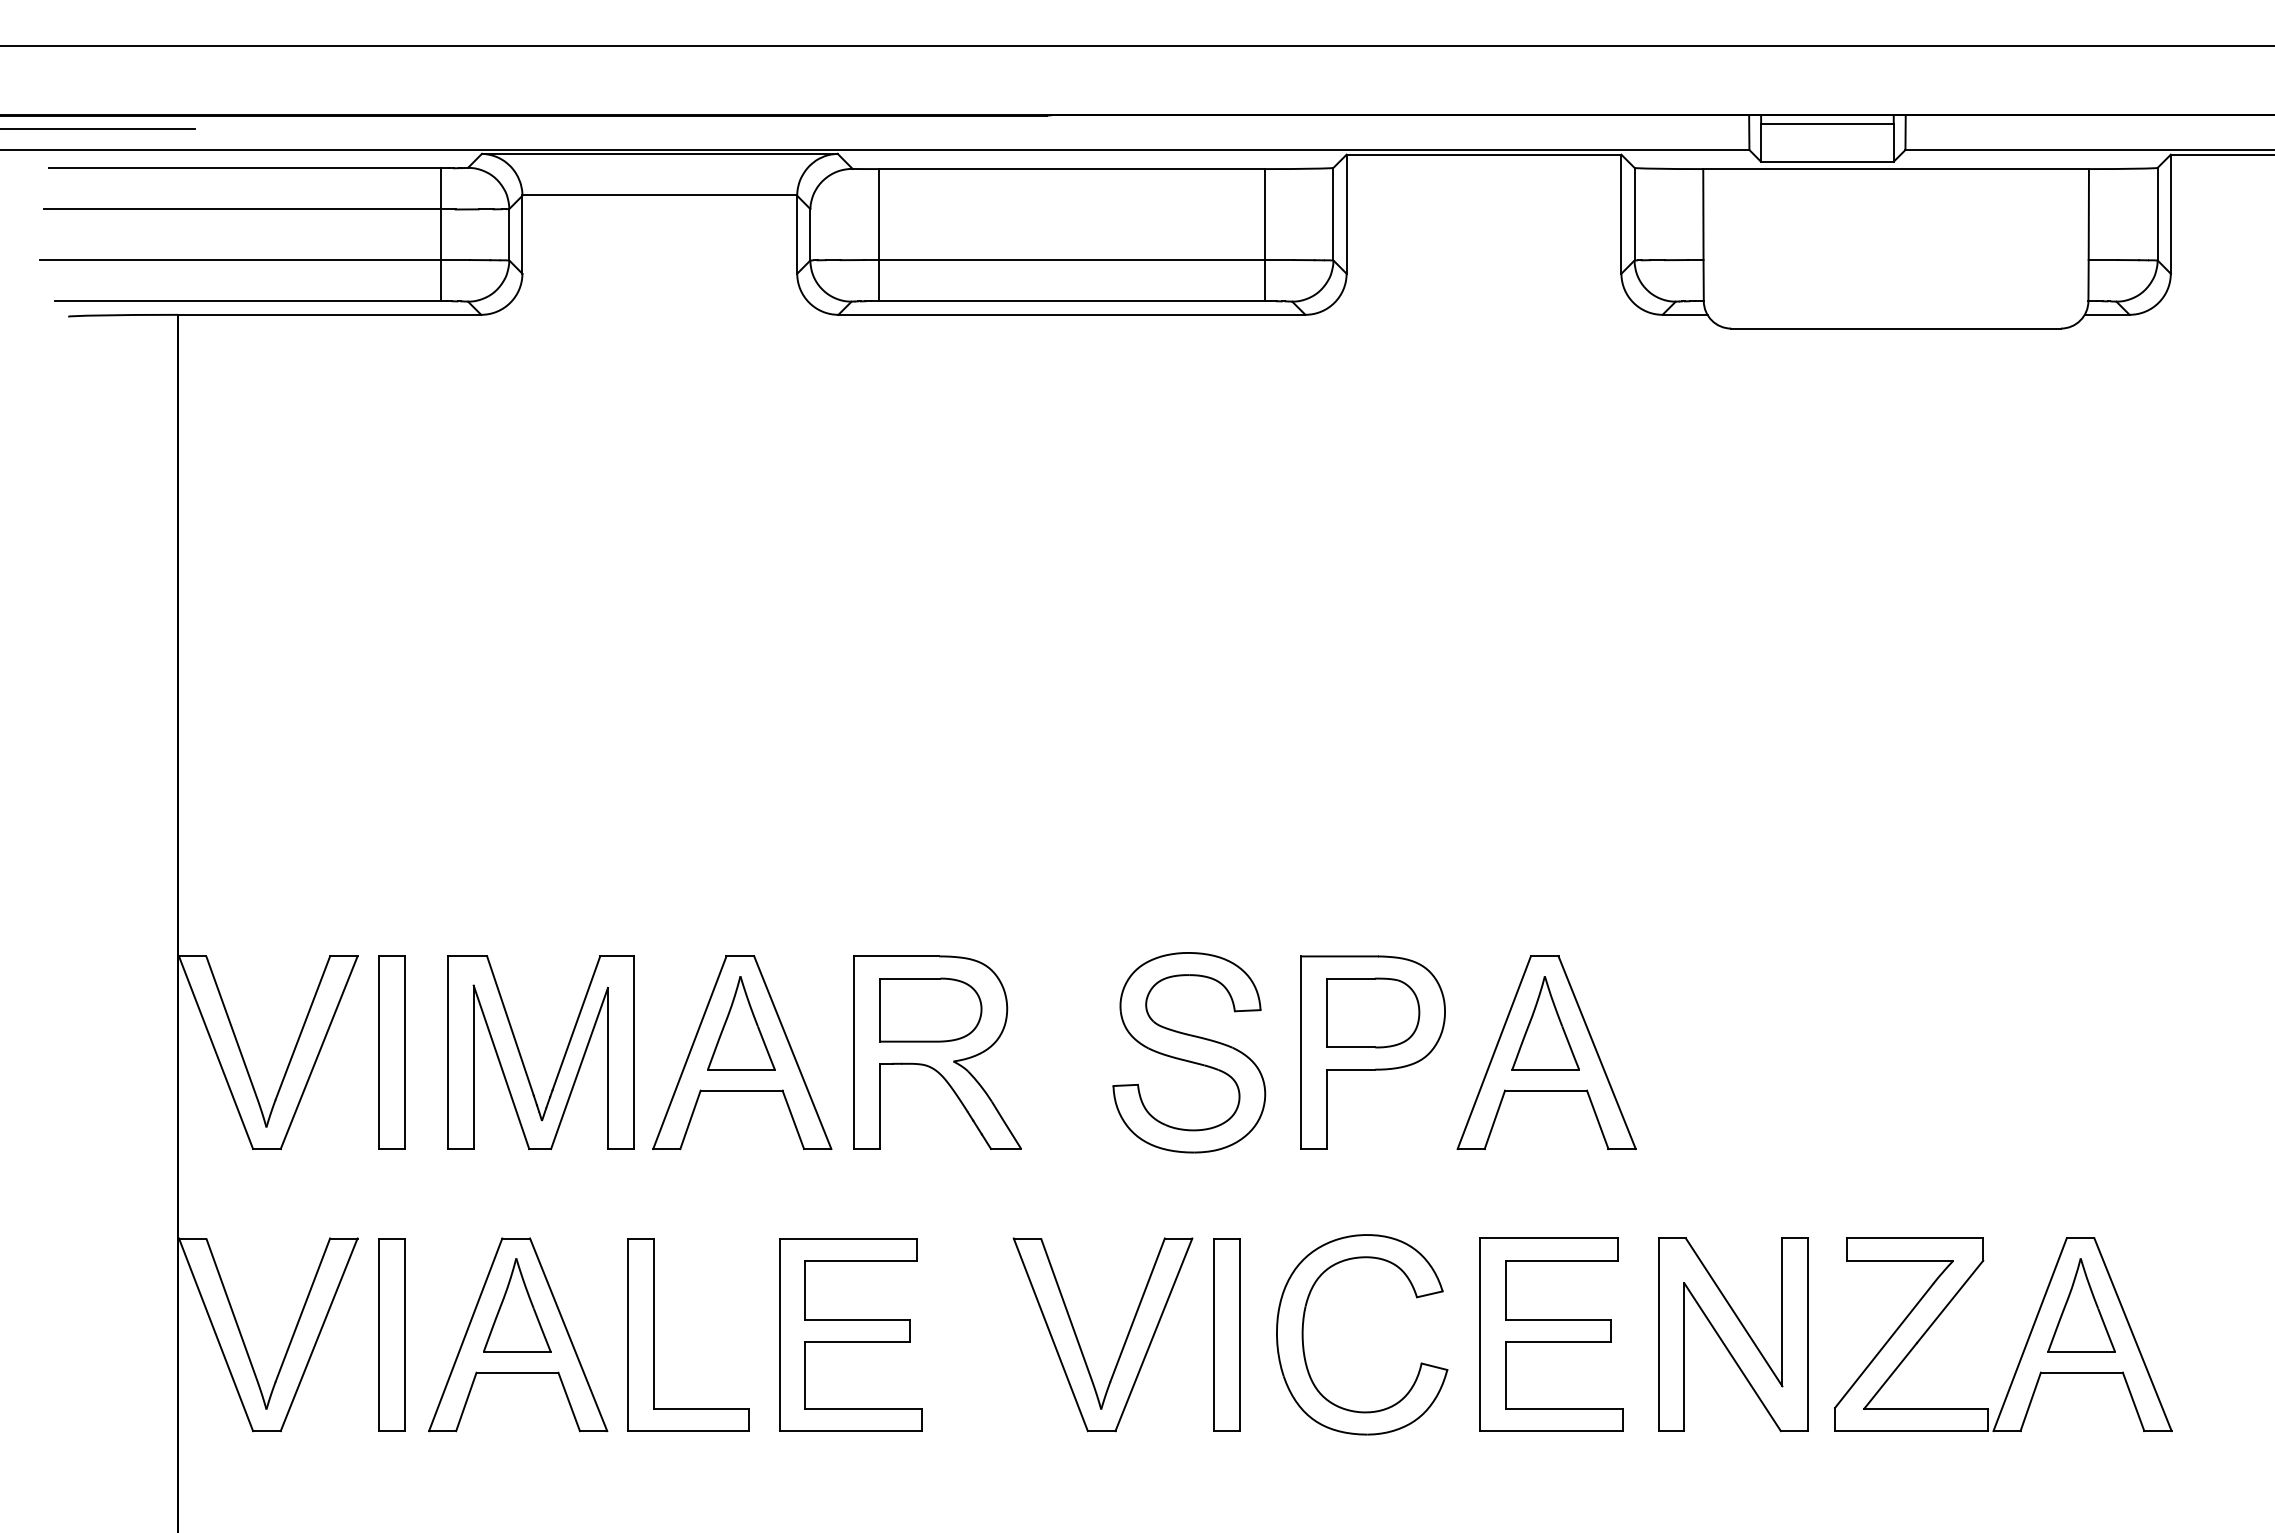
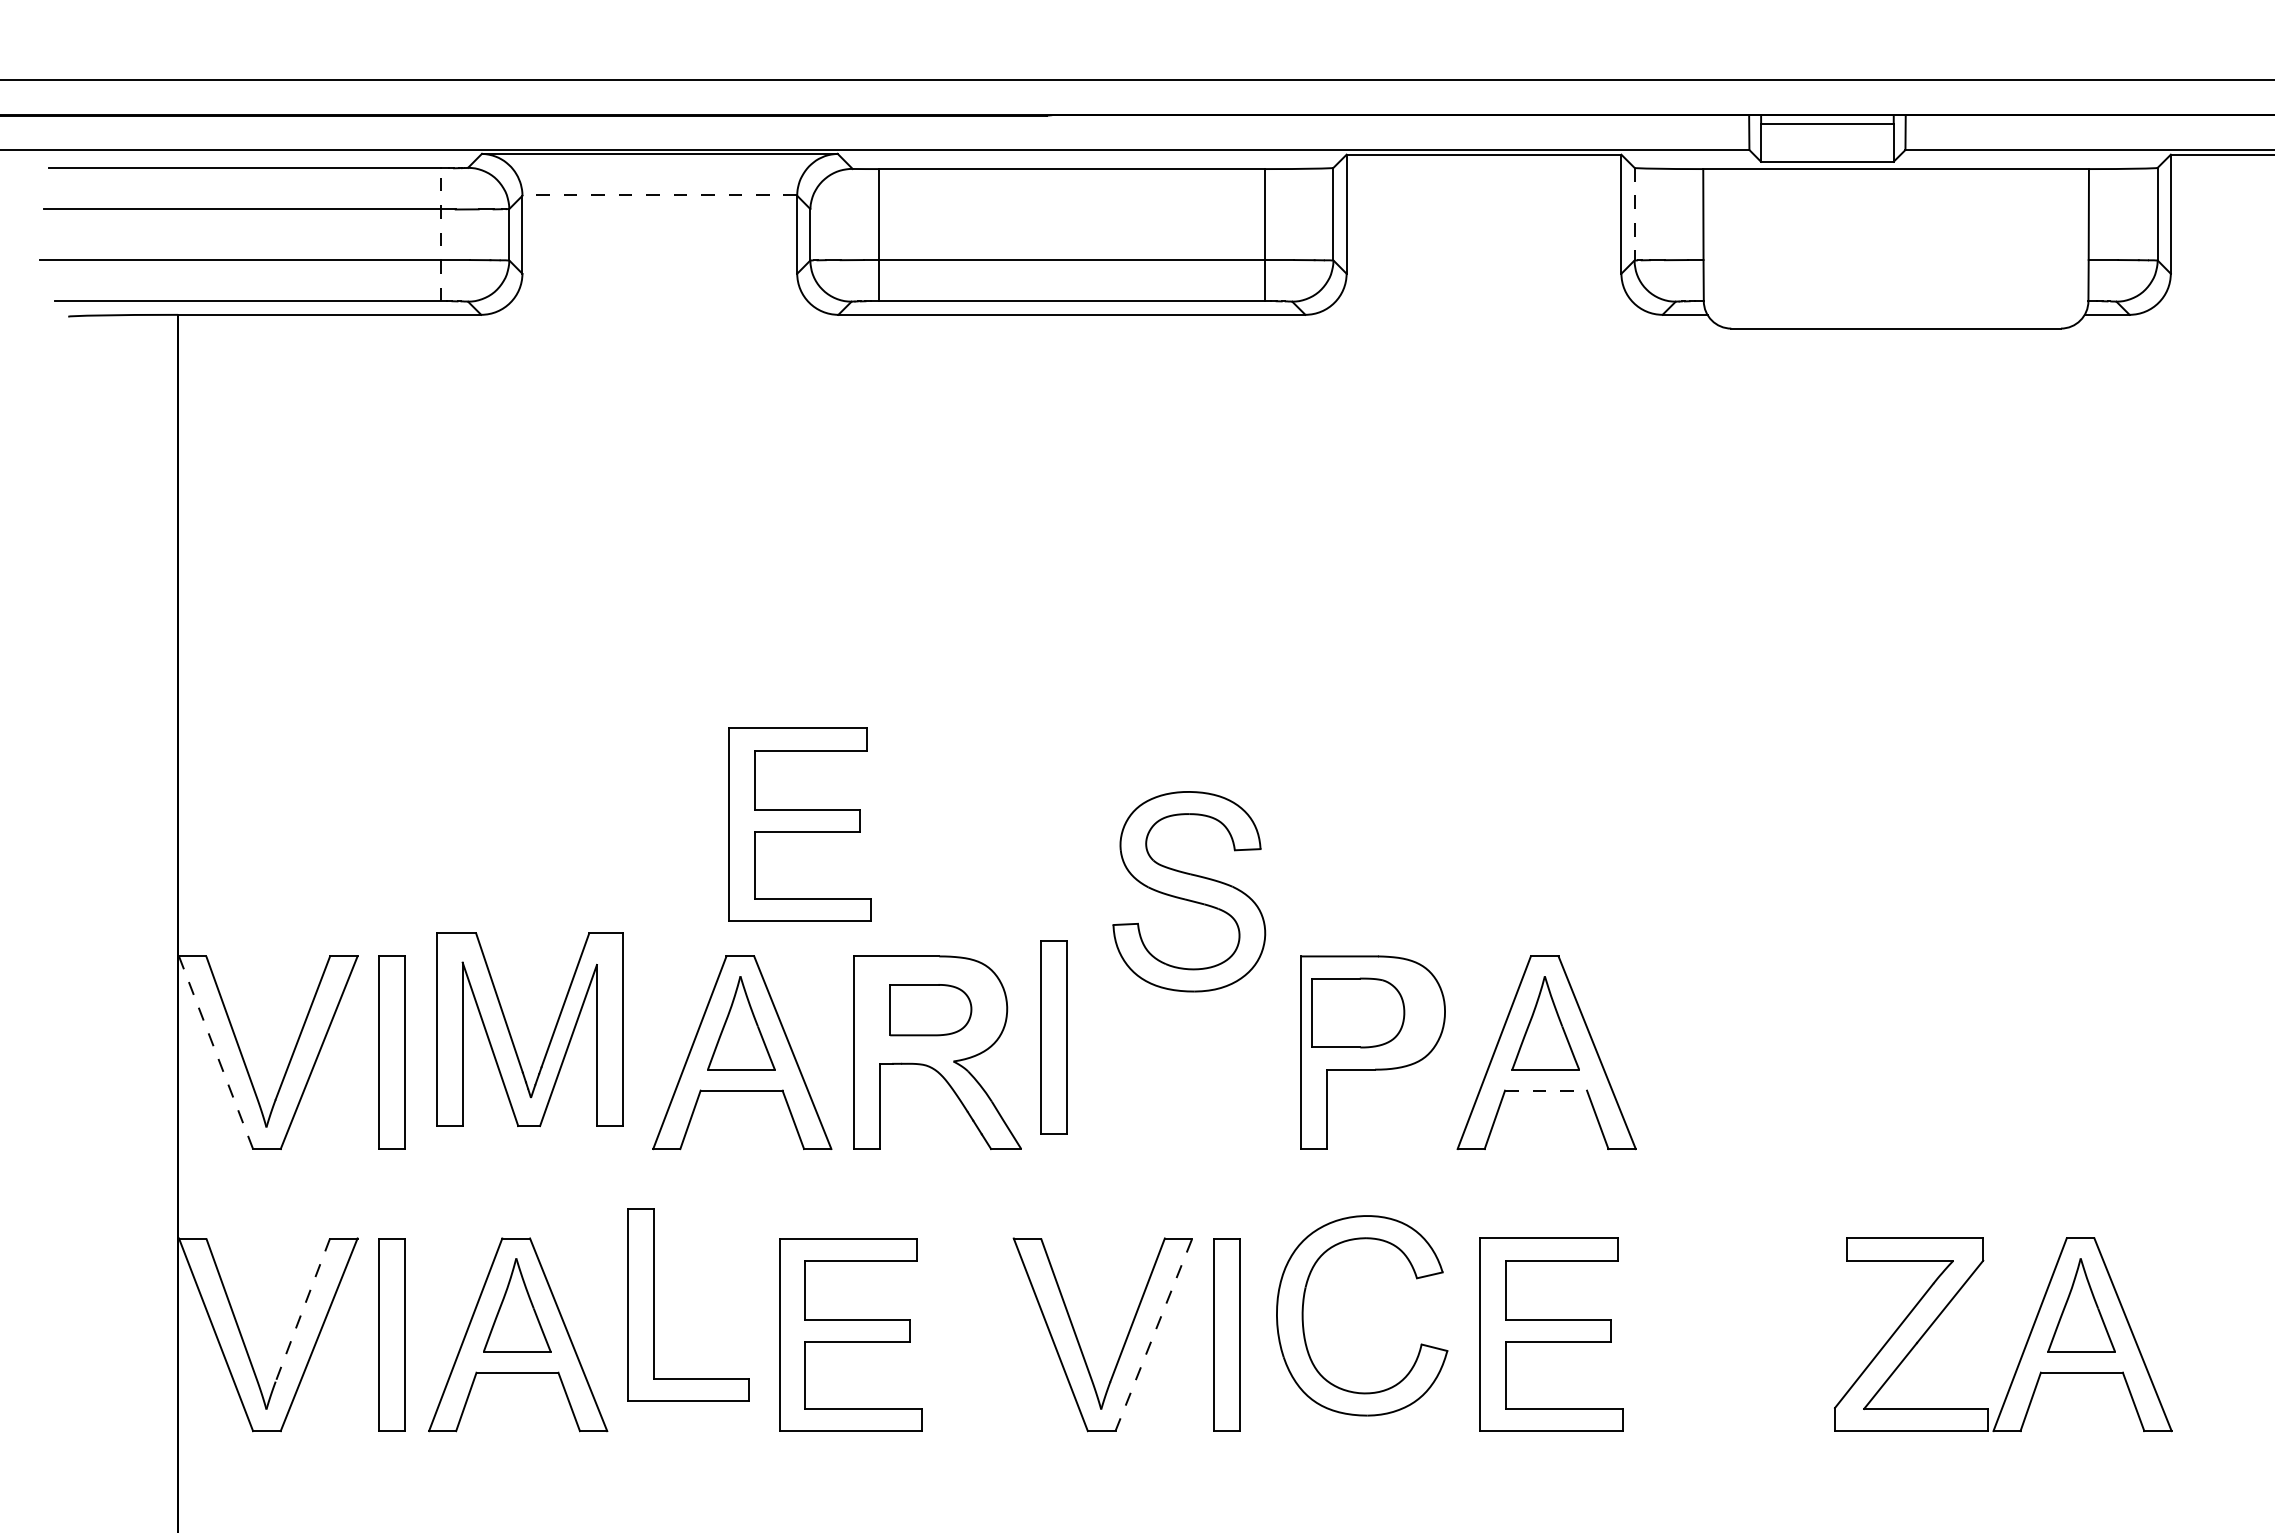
line at (1136, 45) position: (1136, 45) -> (1136, 79)
line at (98, 128): present -> none
line at (659, 195): solid -> dashed
line at (1634, 214): solid -> dashed
line at (440, 234): solid -> dashed
part at (800, 824): none -> present
part at (930, 1009) size: 104x66 px -> 84x53 px
part at (1373, 1012) position: (1373, 1012) -> (1358, 1012)
part at (1053, 1037): none -> present
part at (1189, 1052) position: (1189, 1052) -> (1189, 891)
line at (216, 1053): solid -> dashed
part at (522, 1058) position: (522, 1058) -> (511, 1035)
line at (1546, 1090): solid -> dashed
line at (302, 1310): solid -> dashed
part at (654, 1334) position: (654, 1334) -> (654, 1304)
line at (1153, 1334): solid -> dashed
part at (1303, 1334) position: (1303, 1334) -> (1303, 1315)
part at (1733, 1334): present -> none
